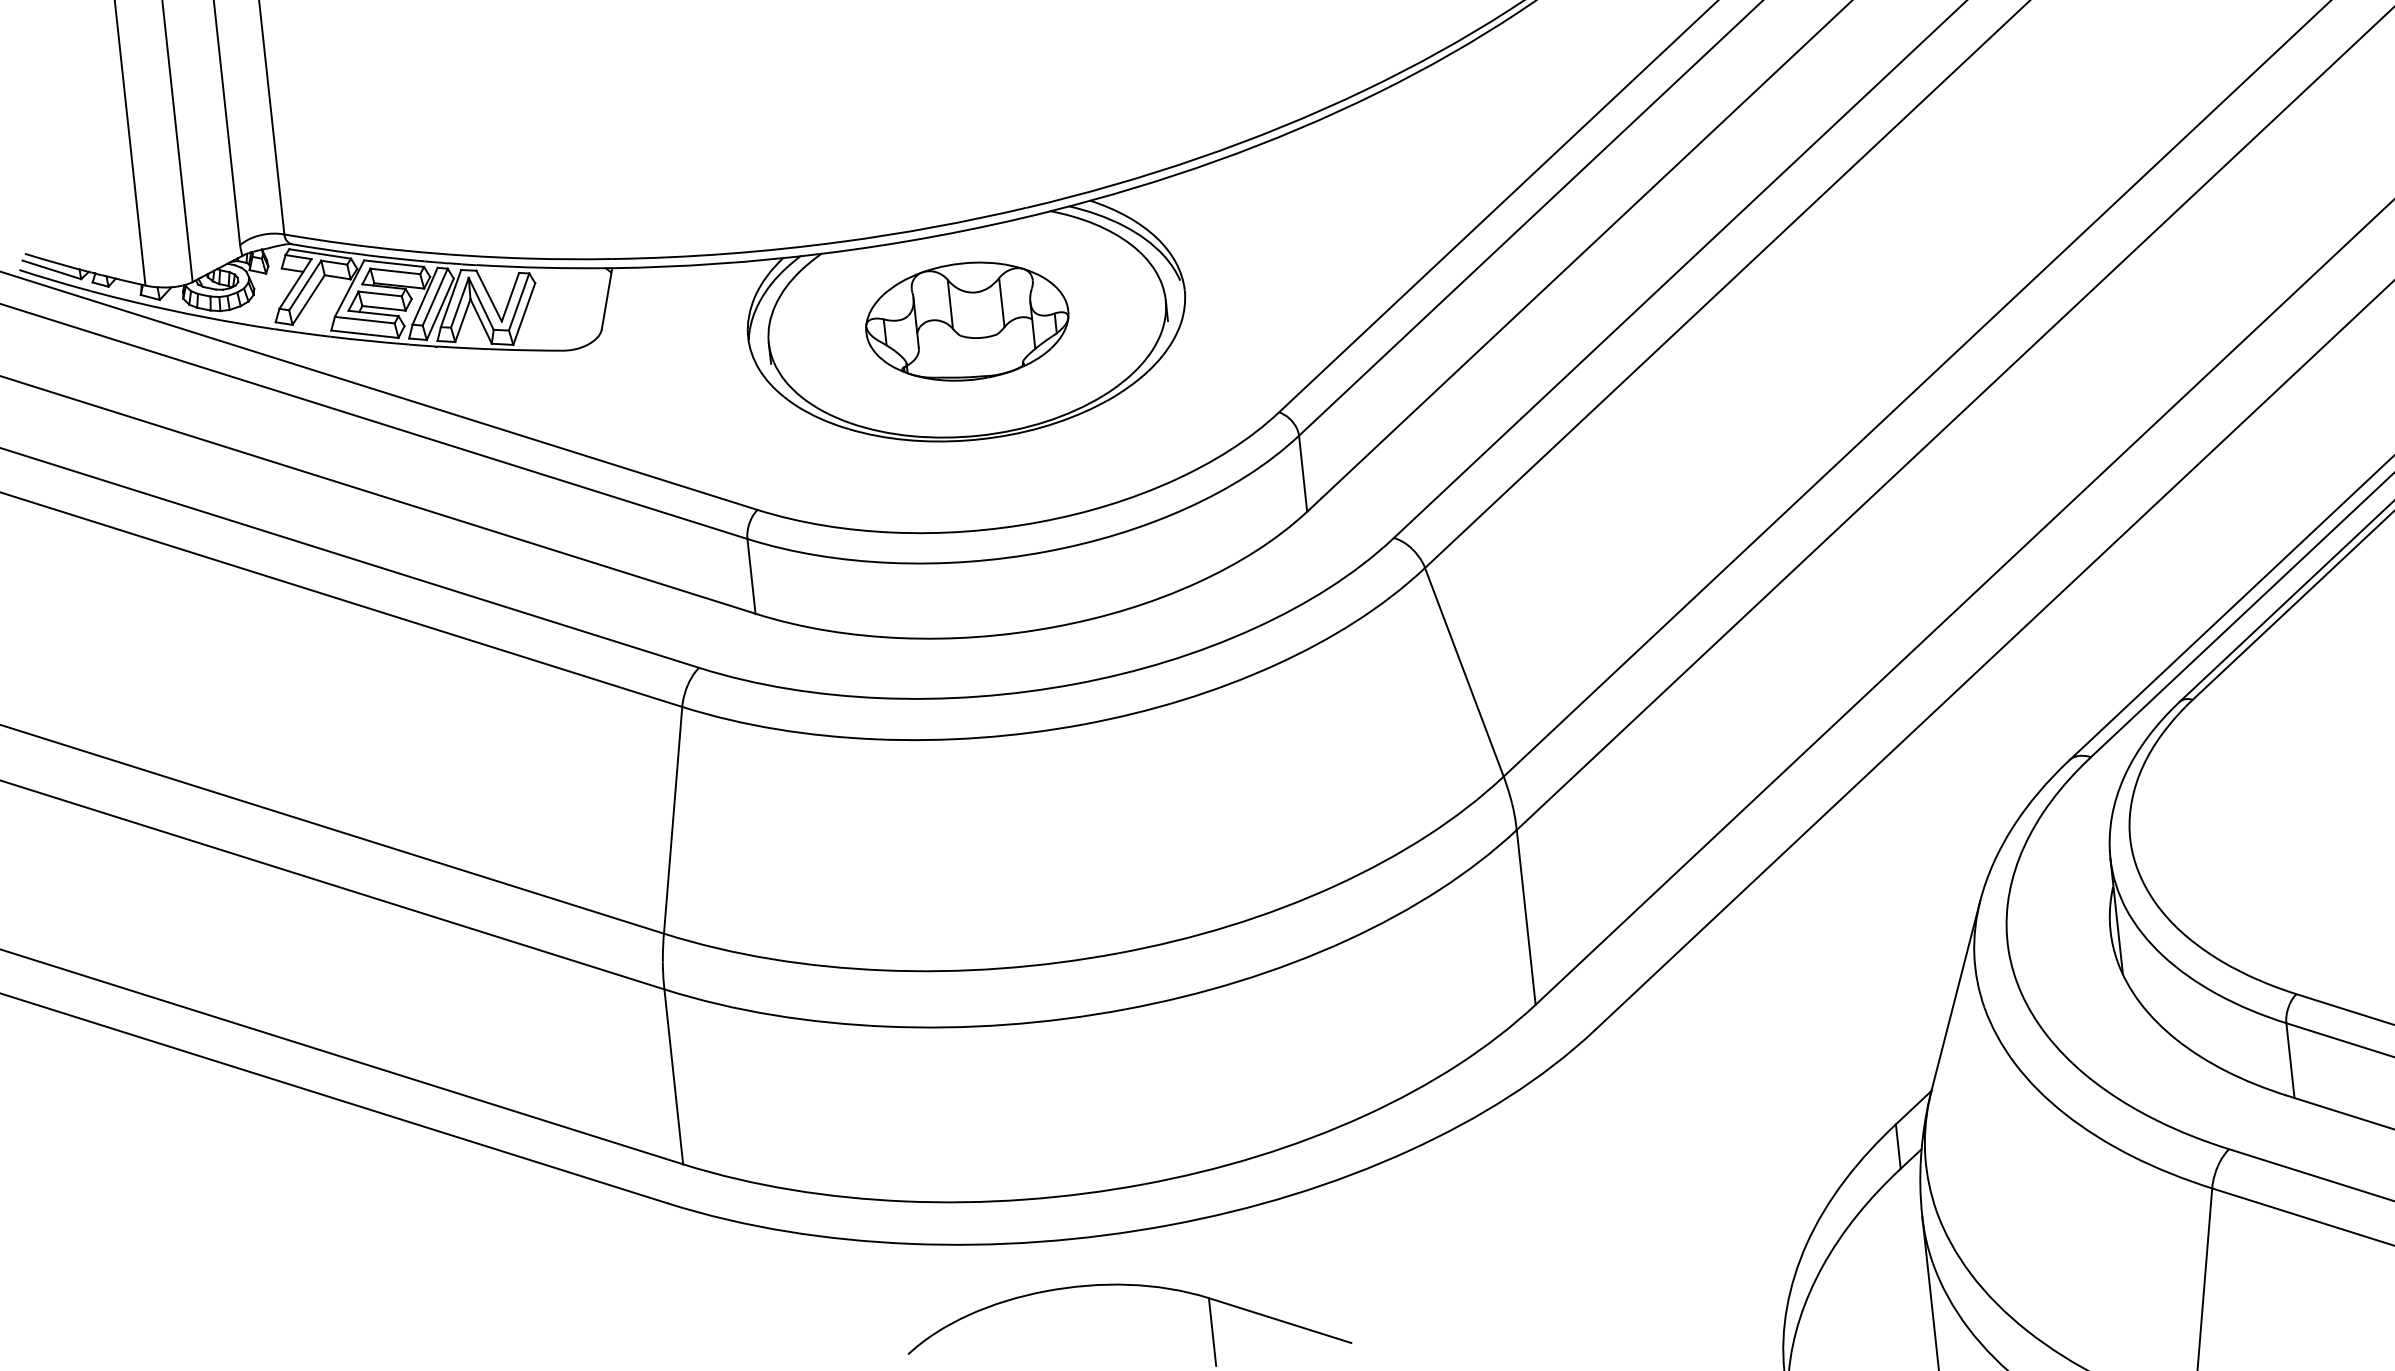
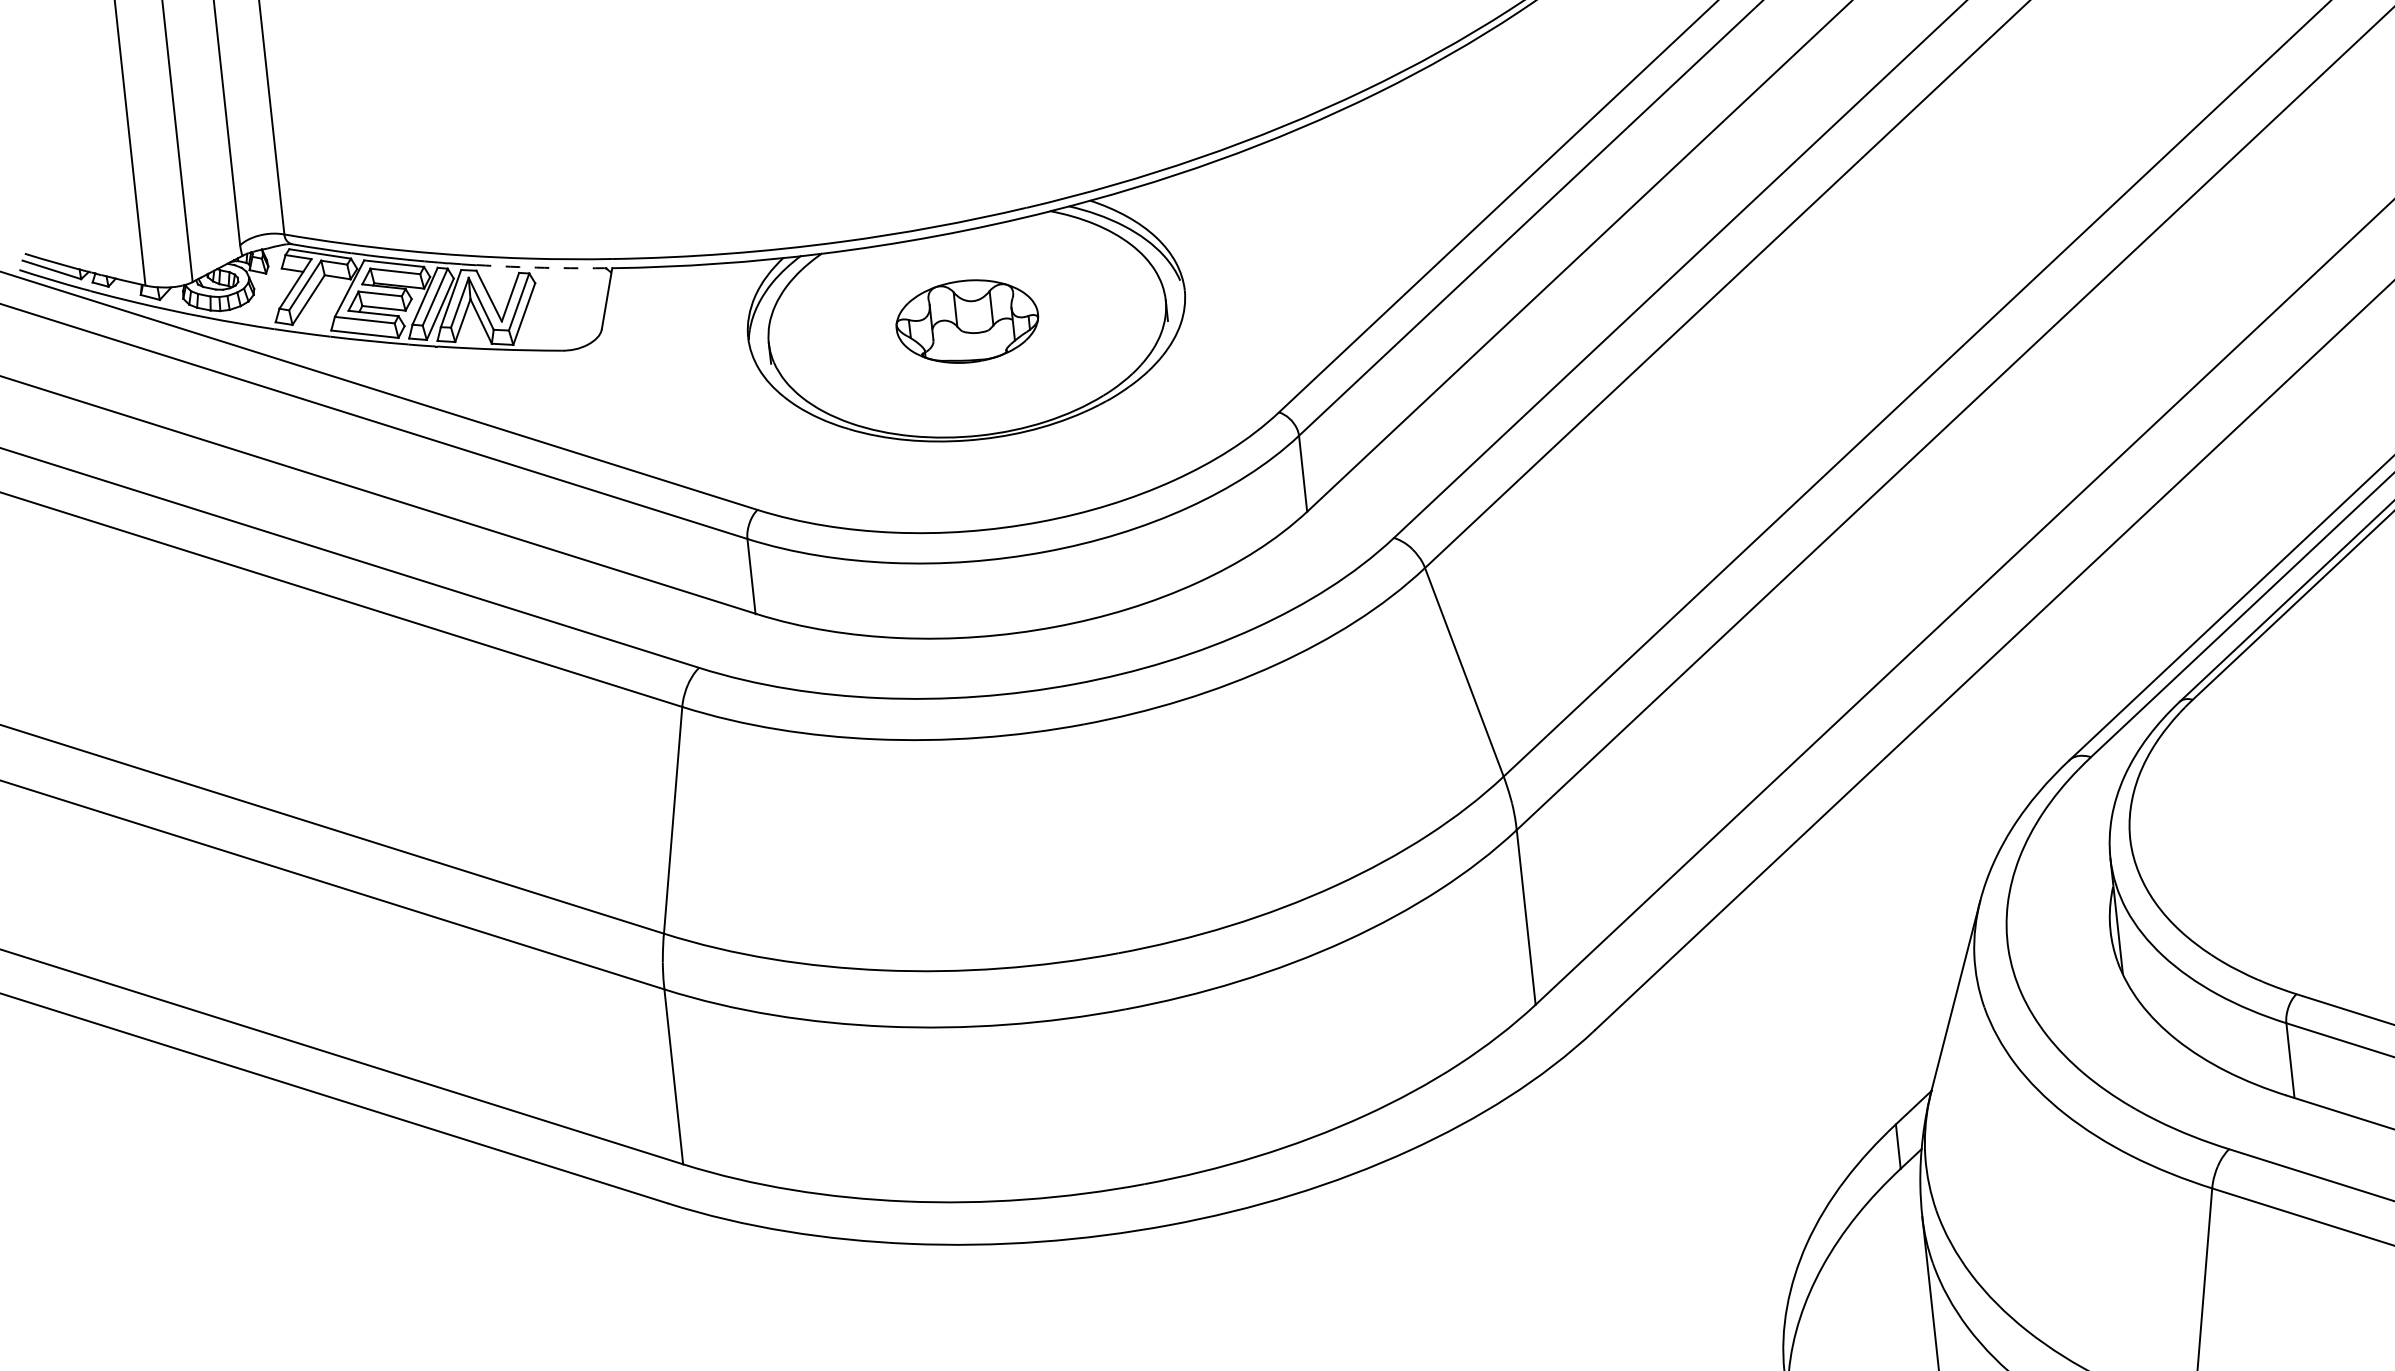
arc at (544, 267): solid -> dashed
part at (967, 321) size: 205x121 px -> 145x85 px
part at (1135, 1286): present -> none
